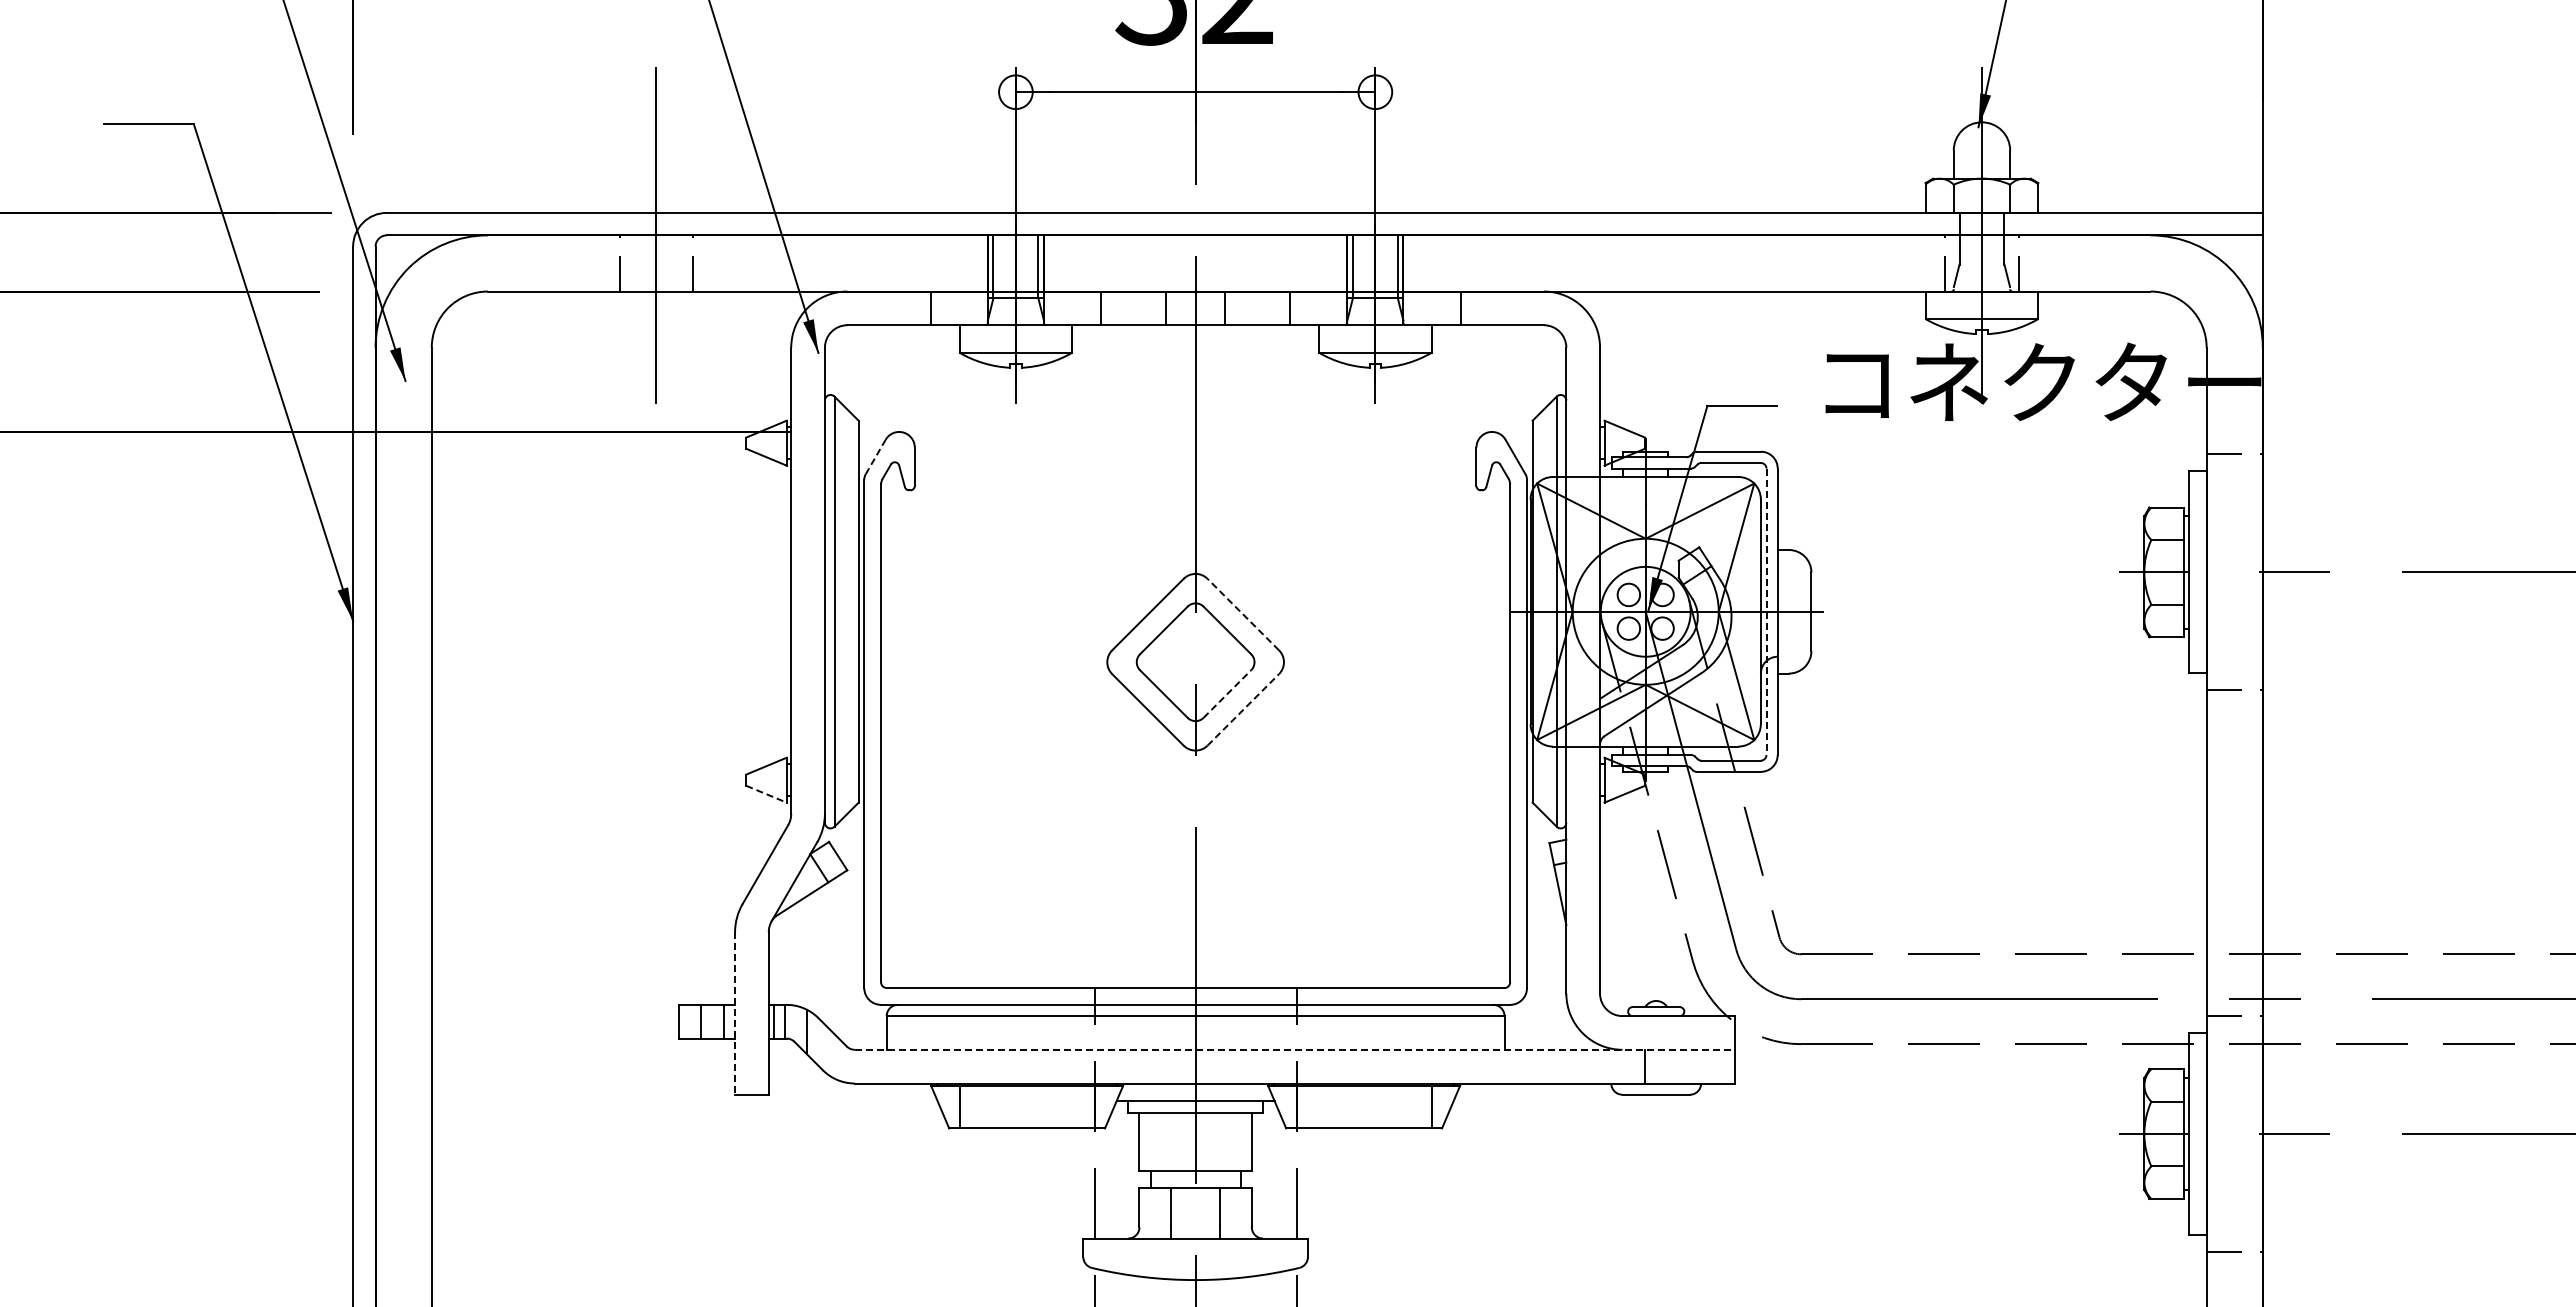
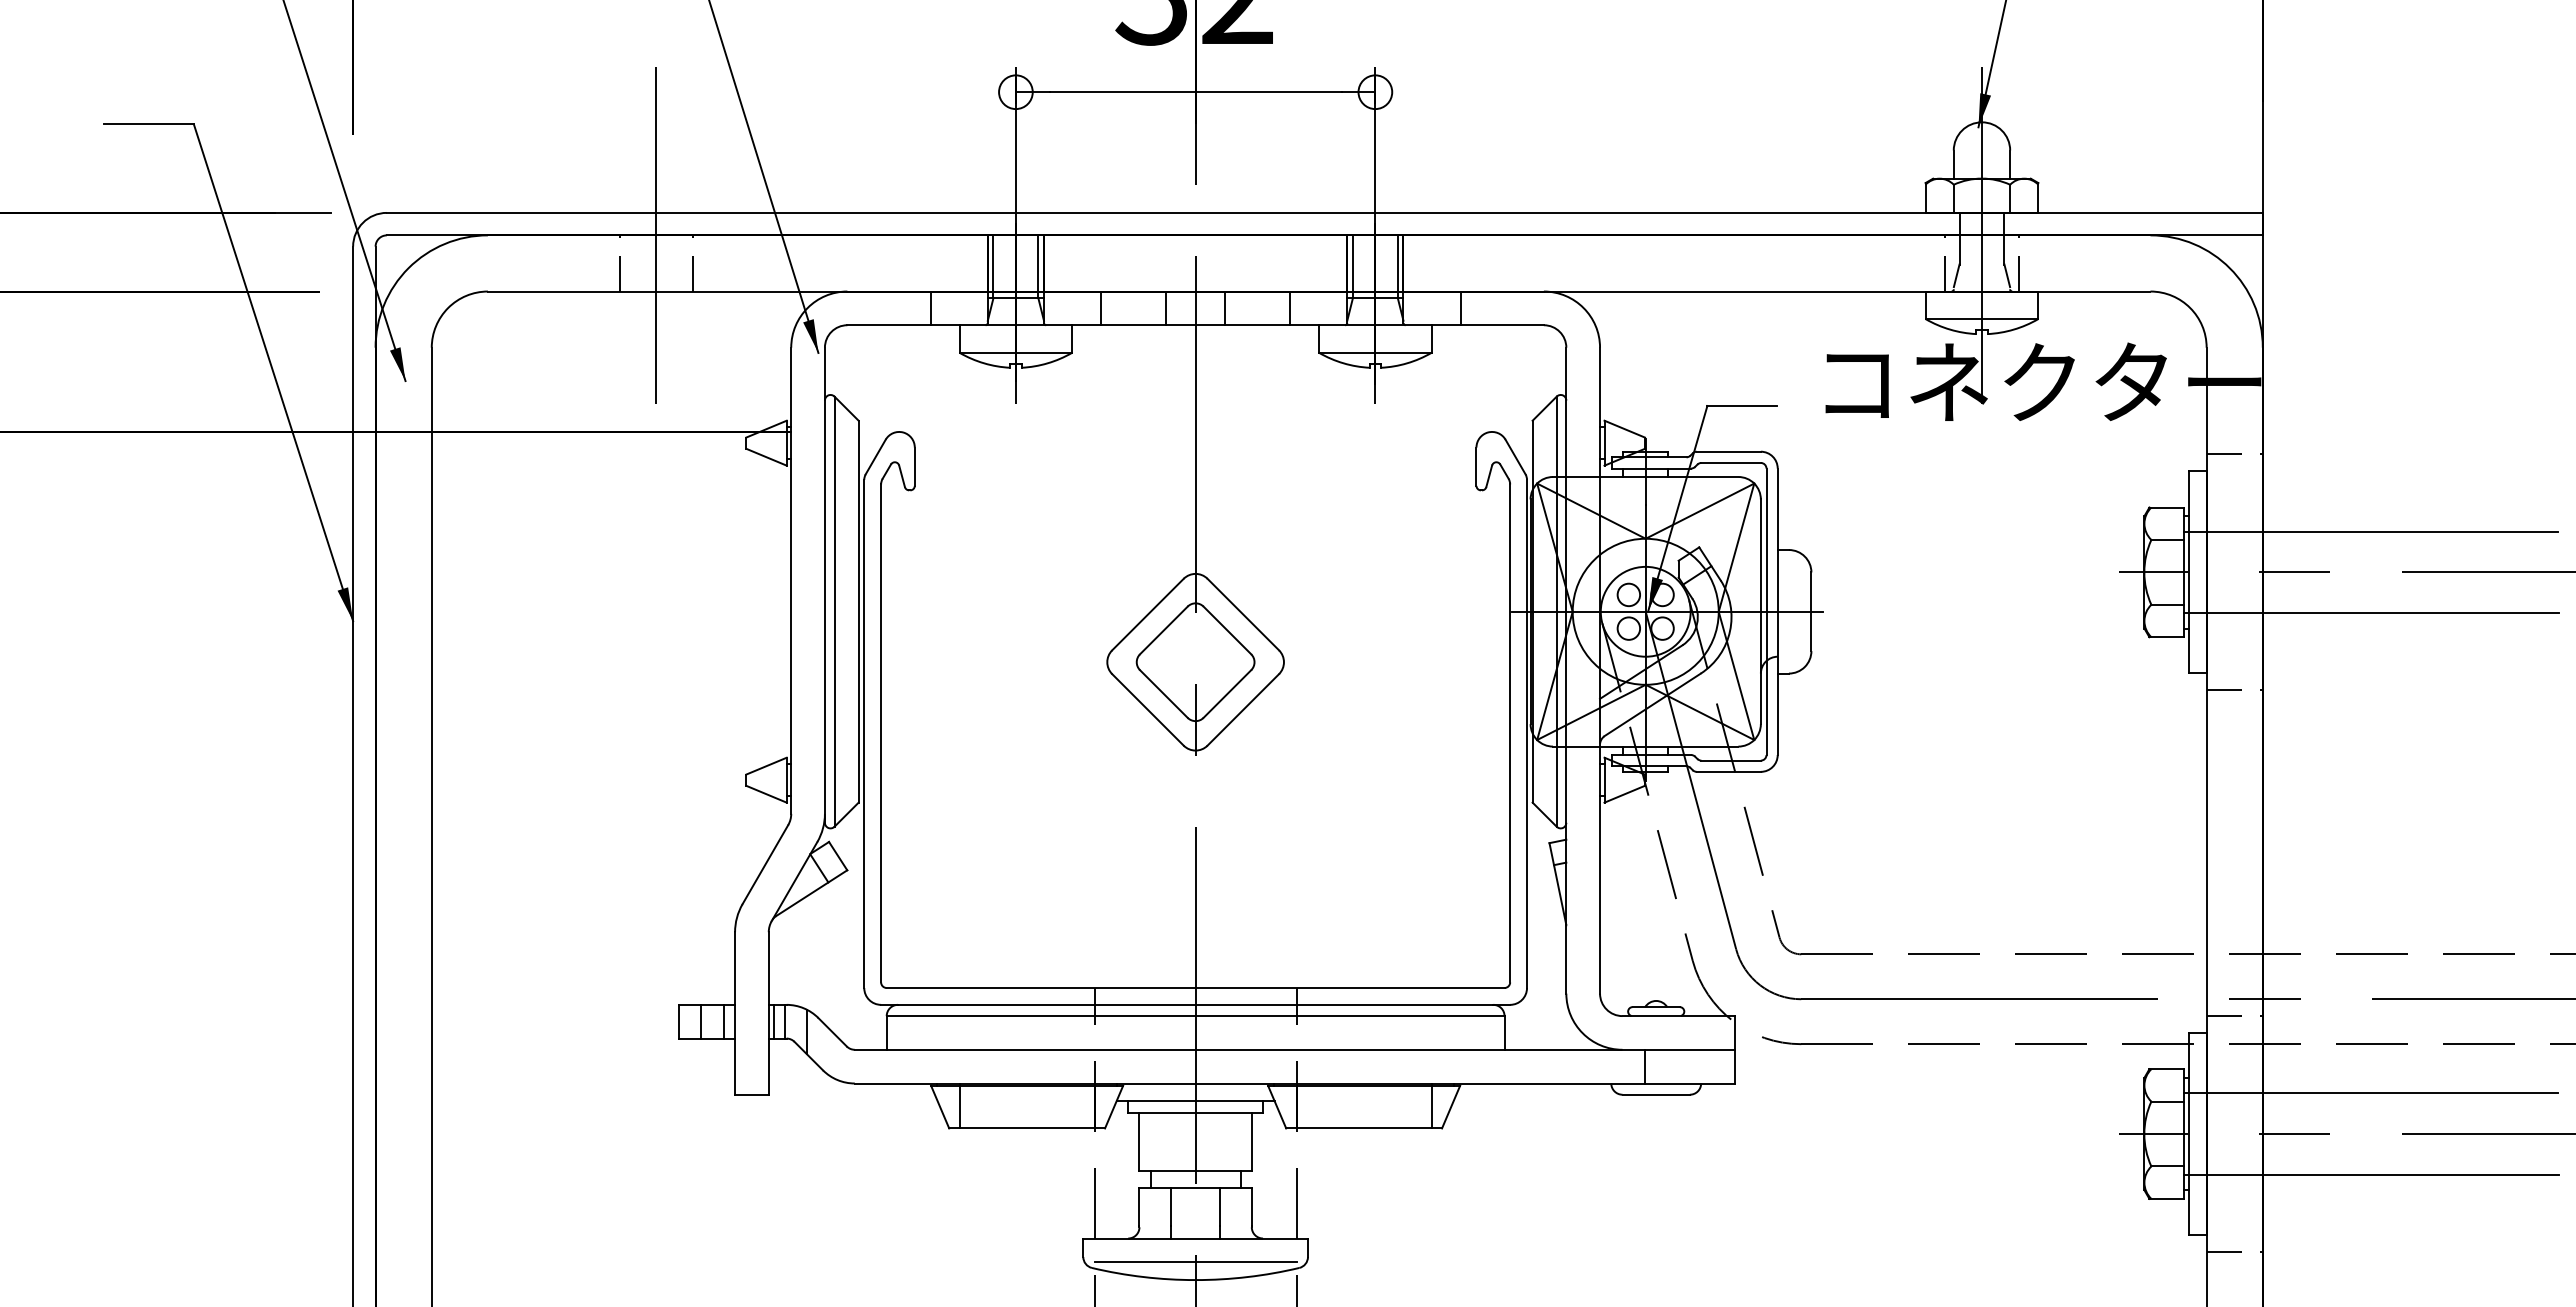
line at (875, 457): dashed -> solid
line at (2370, 531): none -> present
line at (1766, 612): dashed -> solid
line at (2370, 613): none -> present
line at (1243, 614): dashed -> solid
line at (1227, 694): dashed -> solid
line at (1243, 709): dashed -> solid
line at (766, 794): dashed -> solid
line at (735, 1013): dashed -> solid
line at (1295, 1049): dashed -> solid
line at (2370, 1093): none -> present
line at (2370, 1174): none -> present
line at (1195, 1262): none -> present
